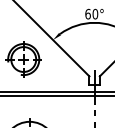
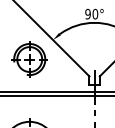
text at (87, 13): 60° -> 90°
part at (23, 59) position: (23, 59) -> (29, 59)
